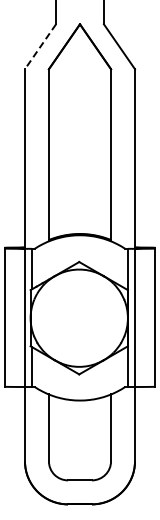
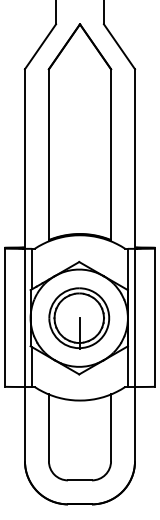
line at (40, 47): dashed -> solid
part at (79, 318): none -> present
